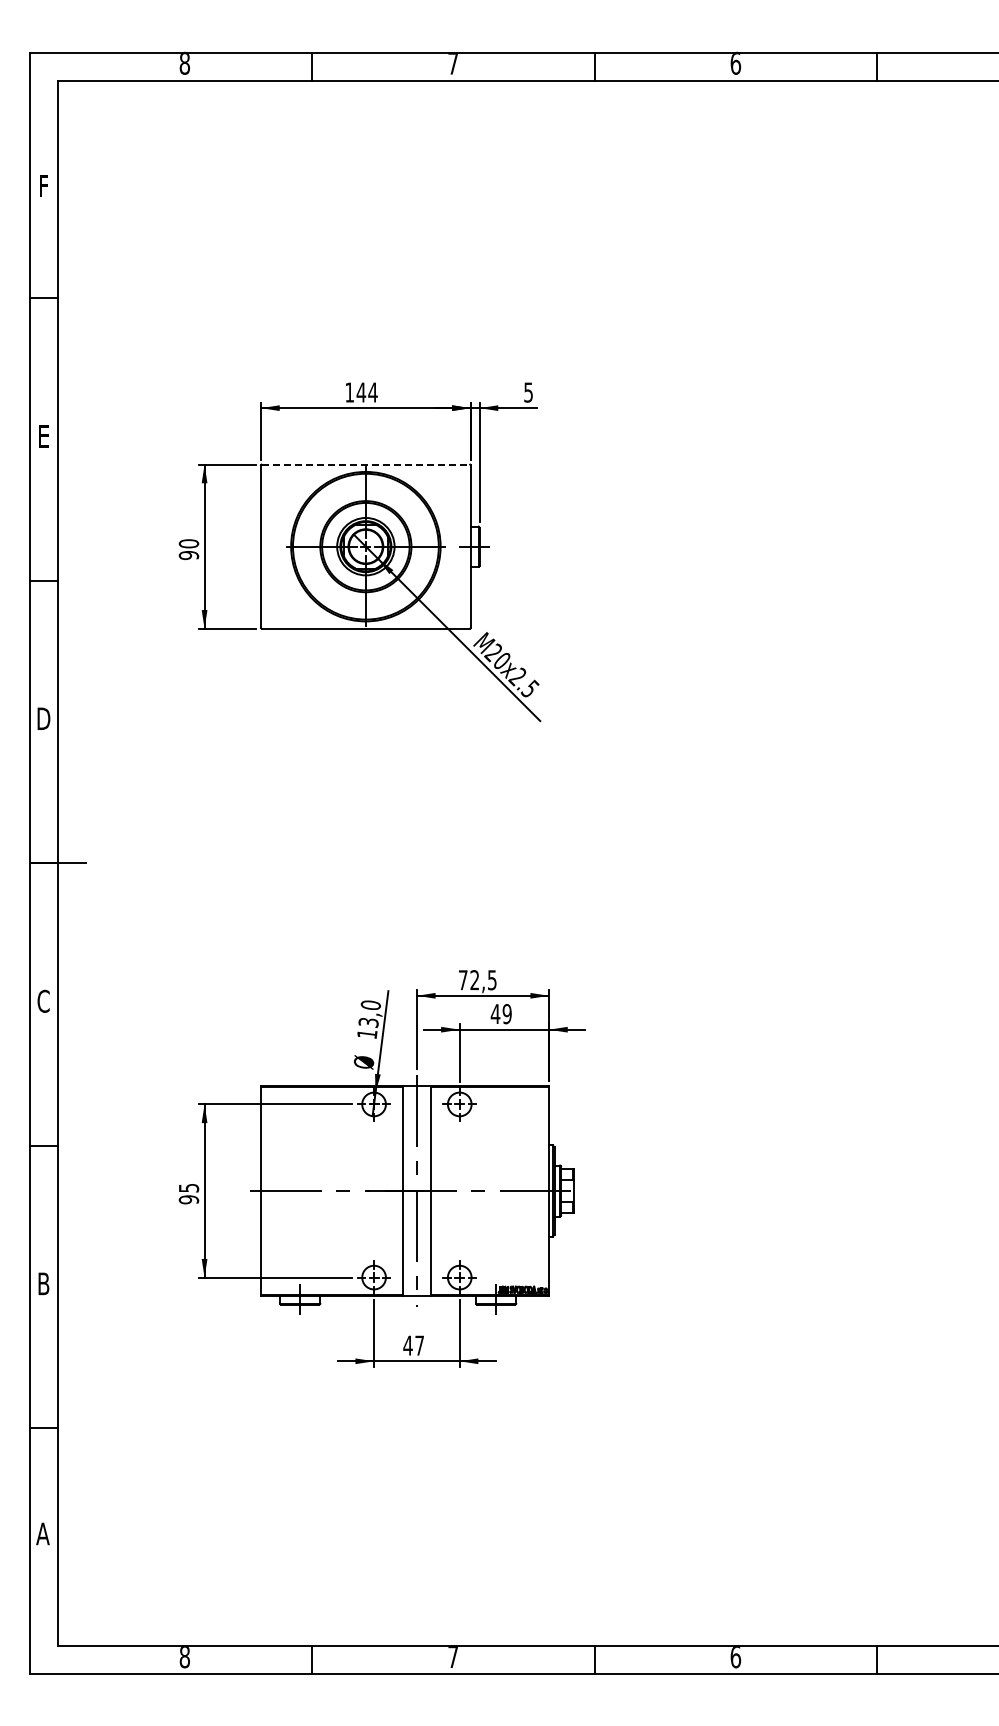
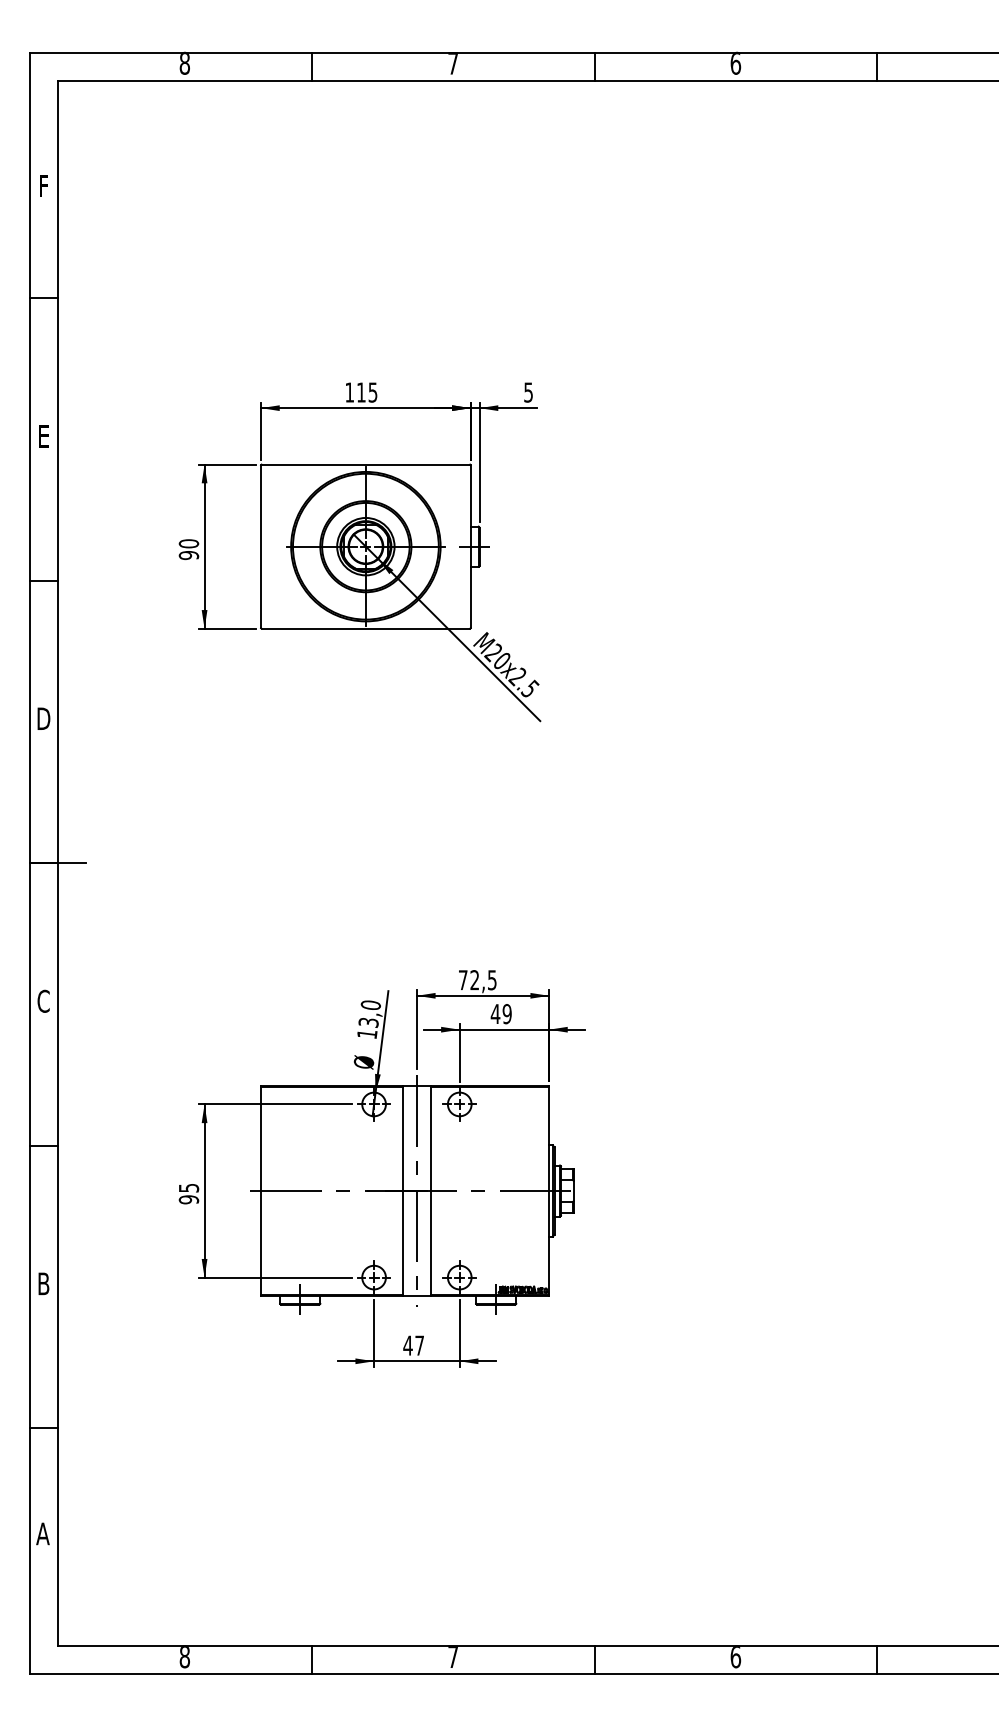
text at (366, 392): 144 -> 115
line at (366, 464): dashed -> solid
